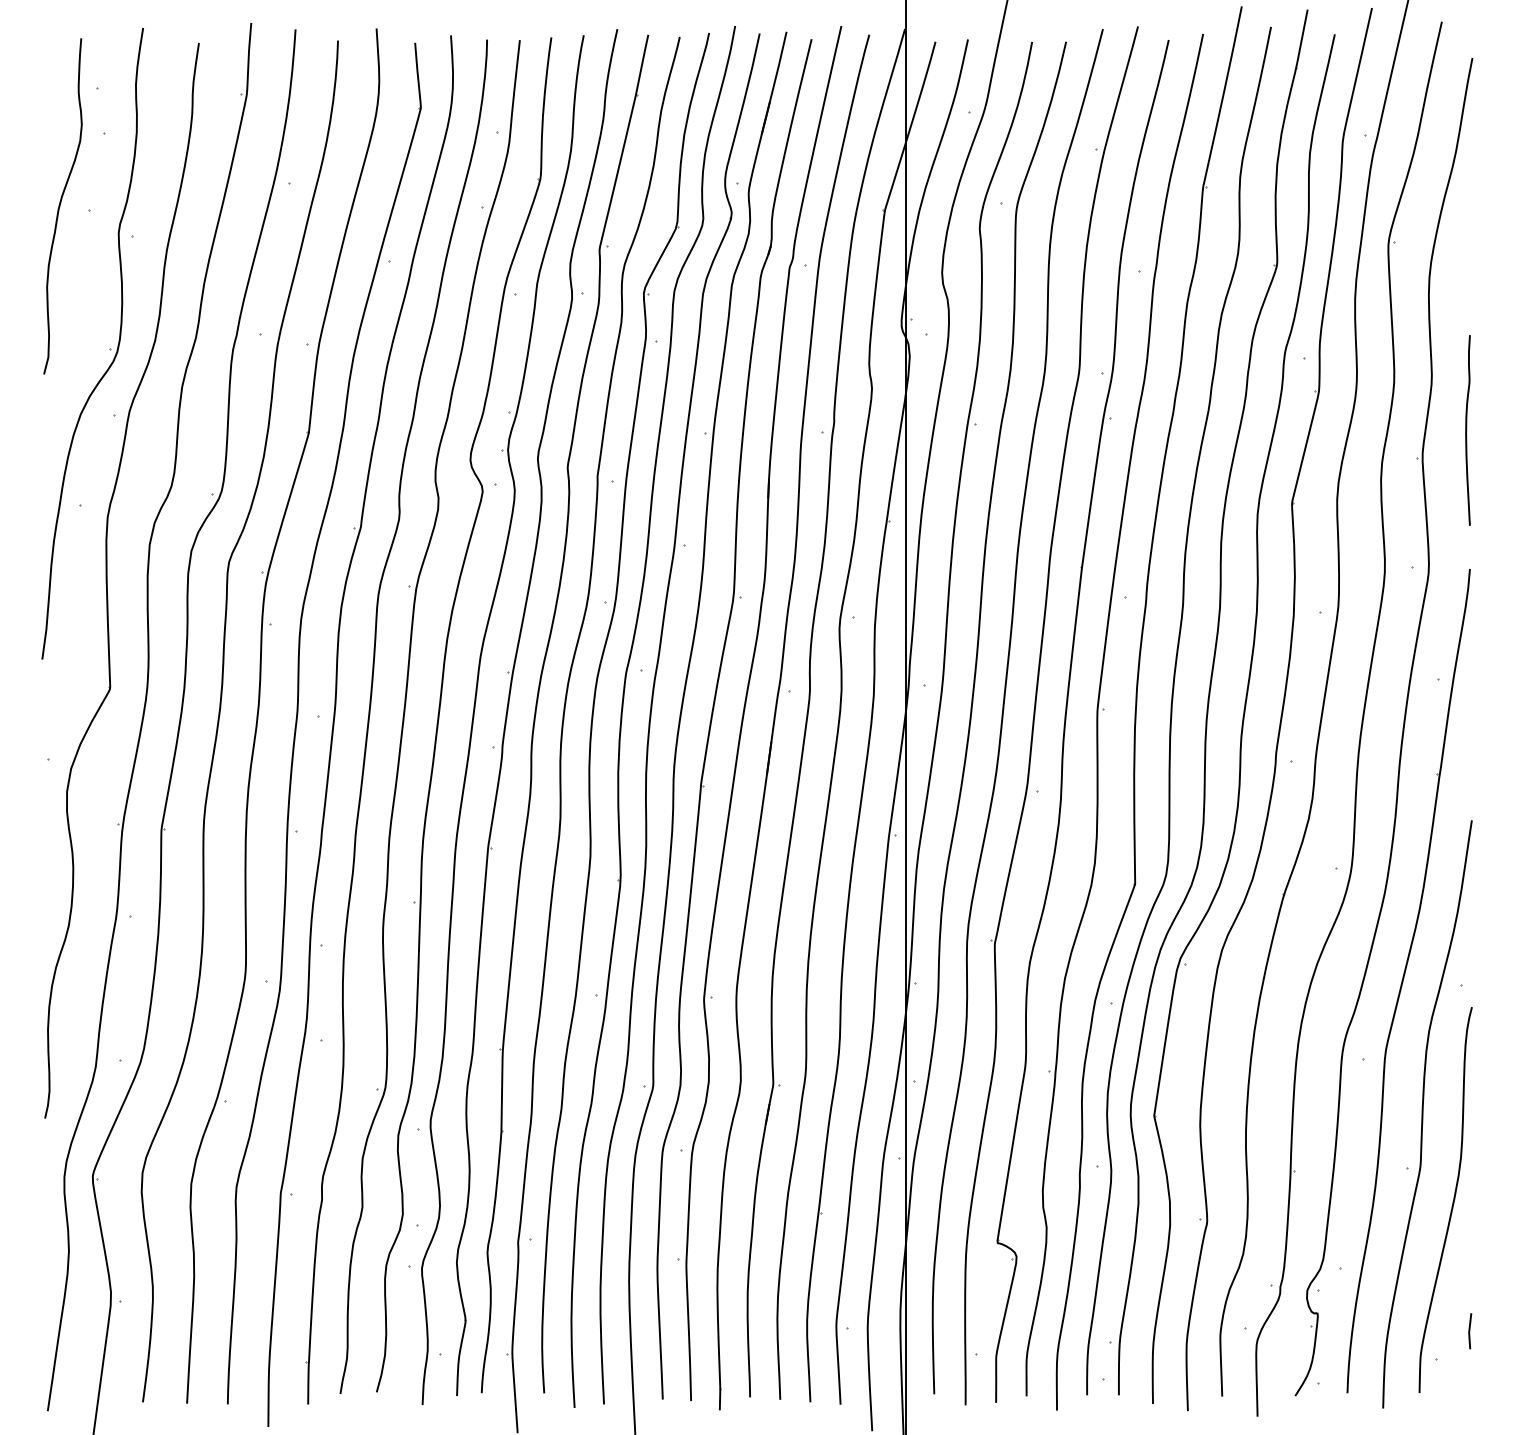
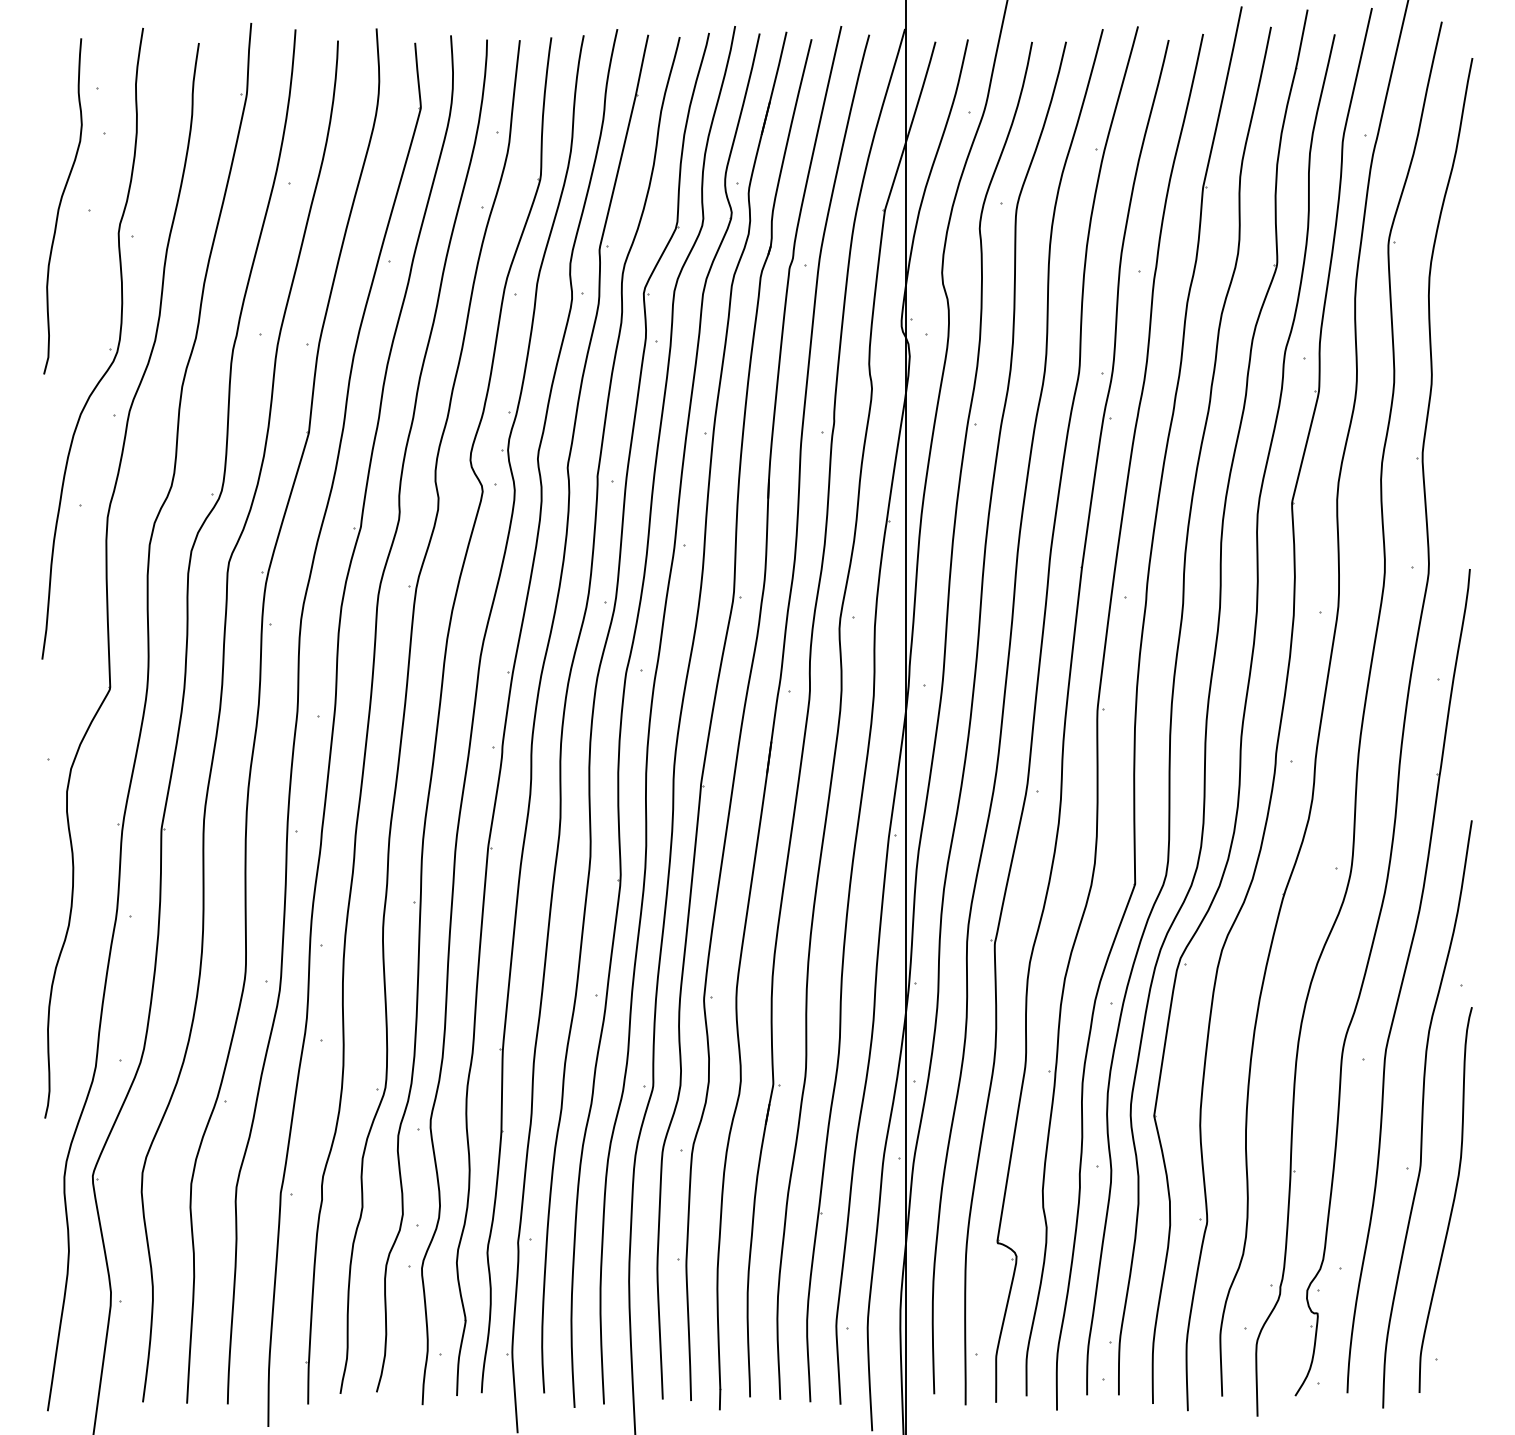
curve at (1467, 430): present -> none
line at (1470, 1331): present -> none
